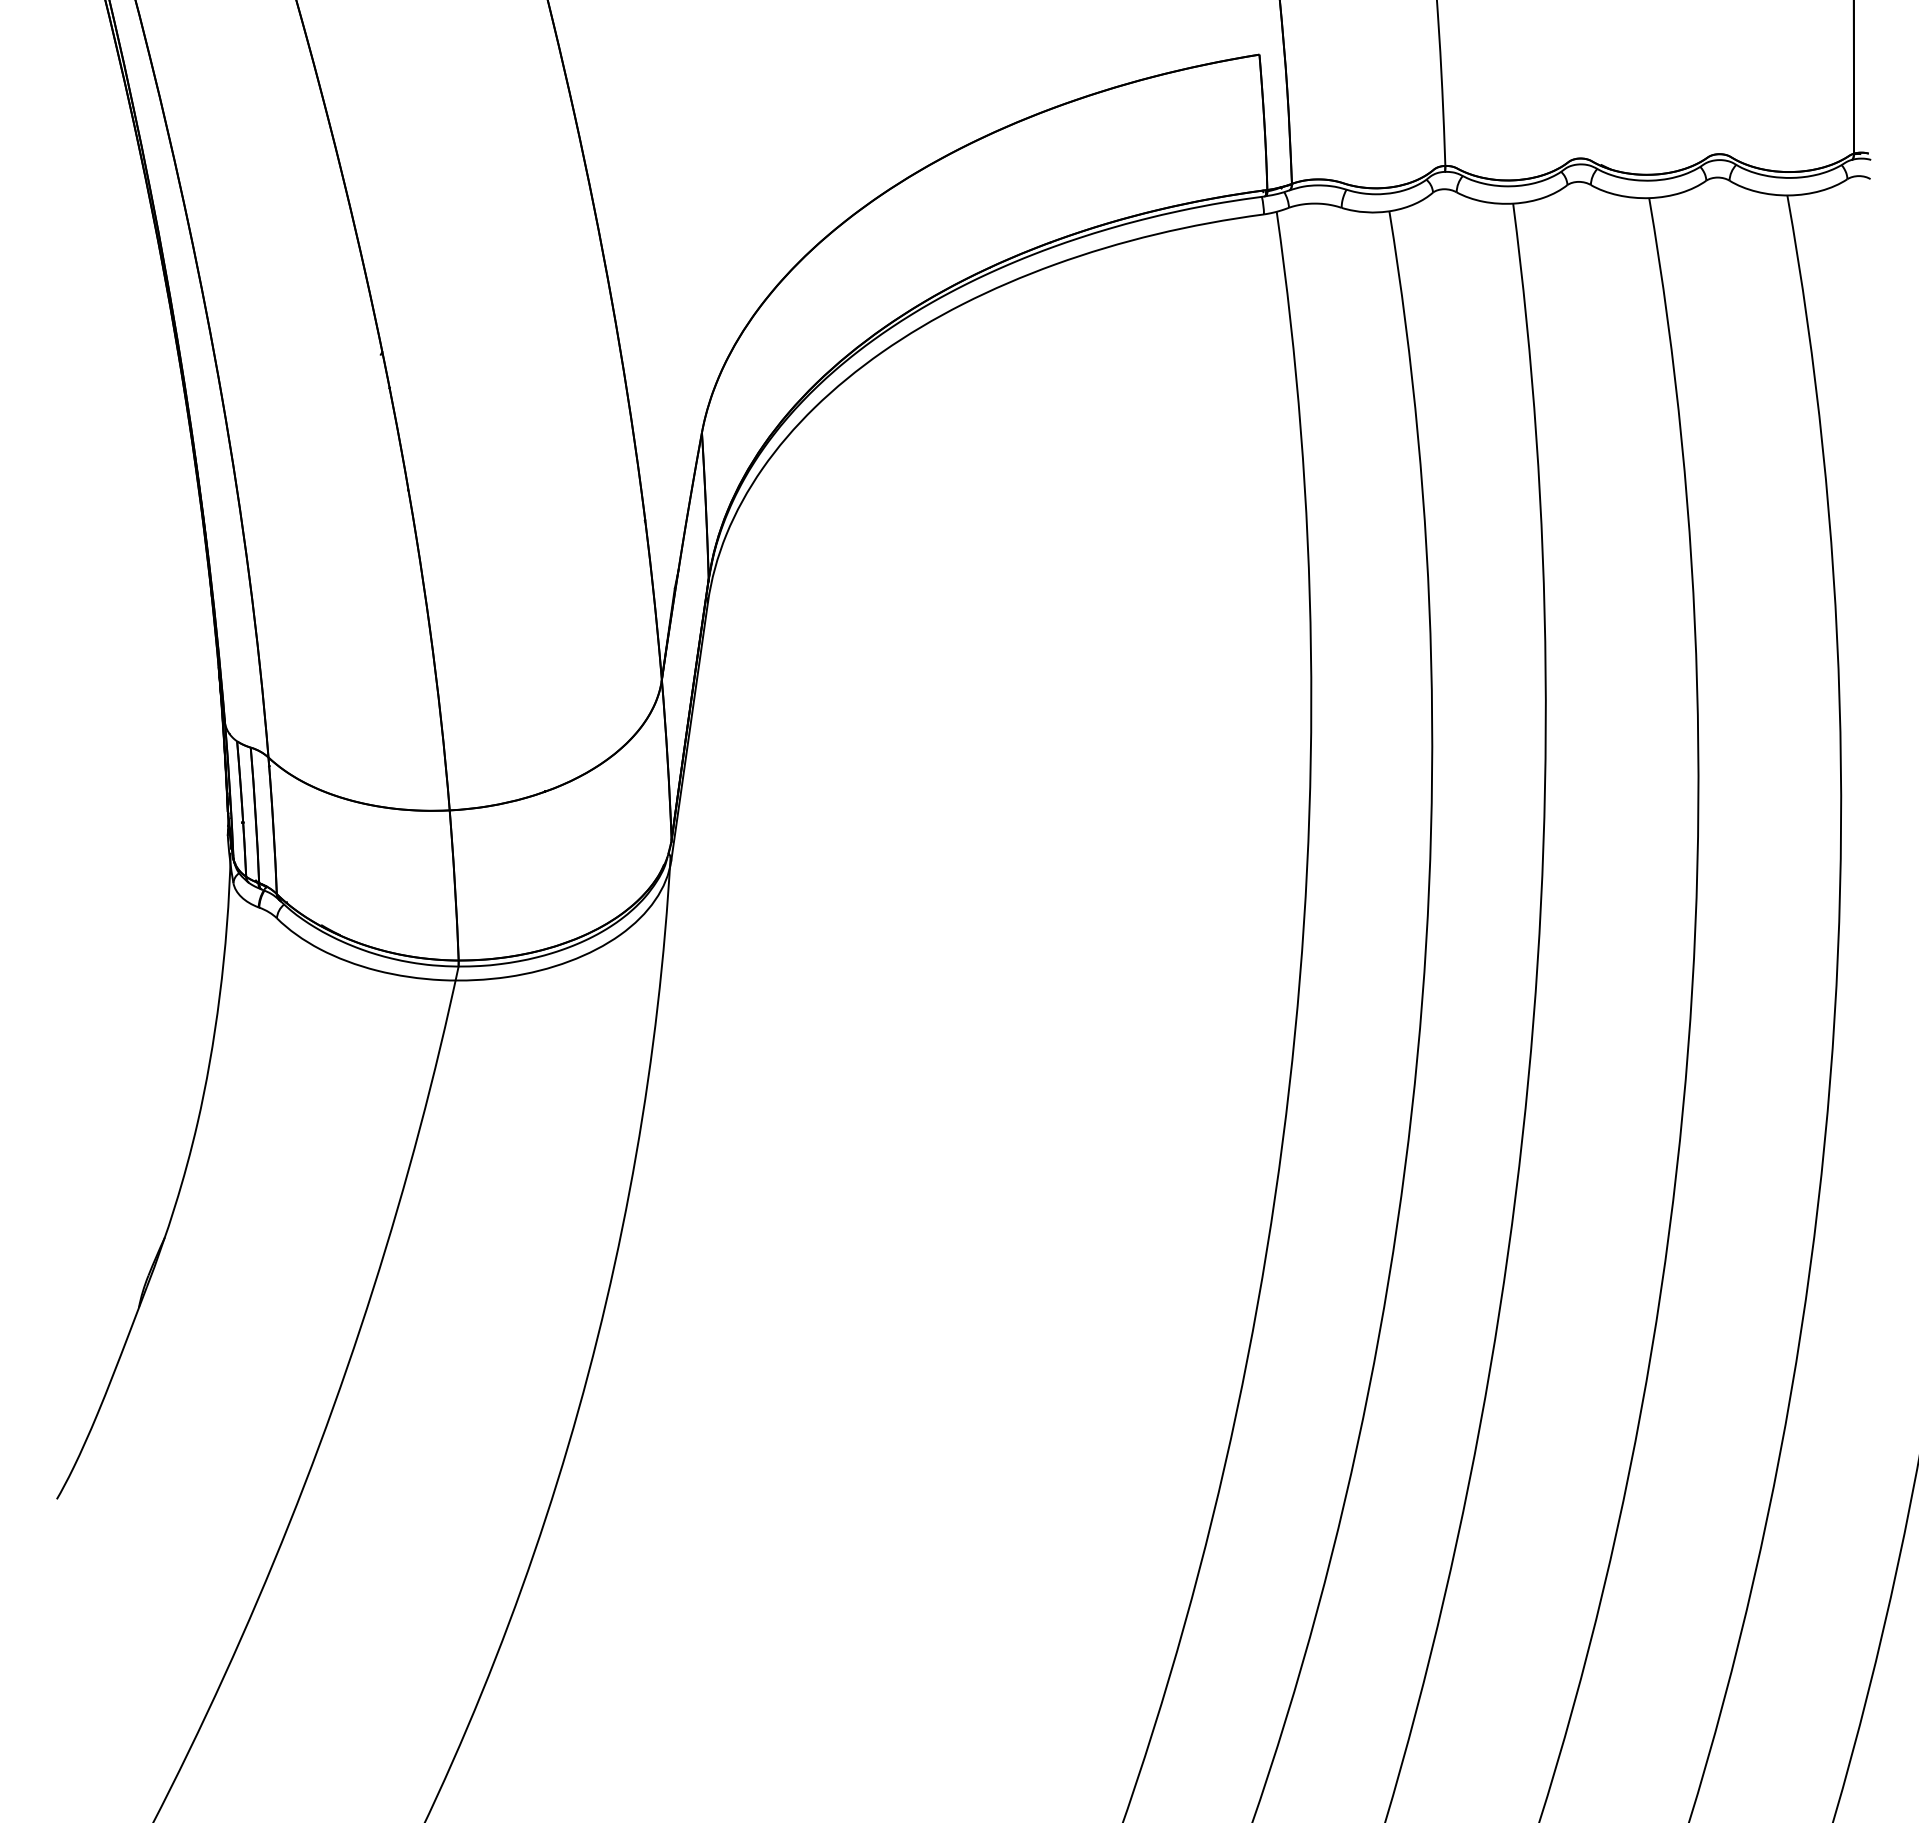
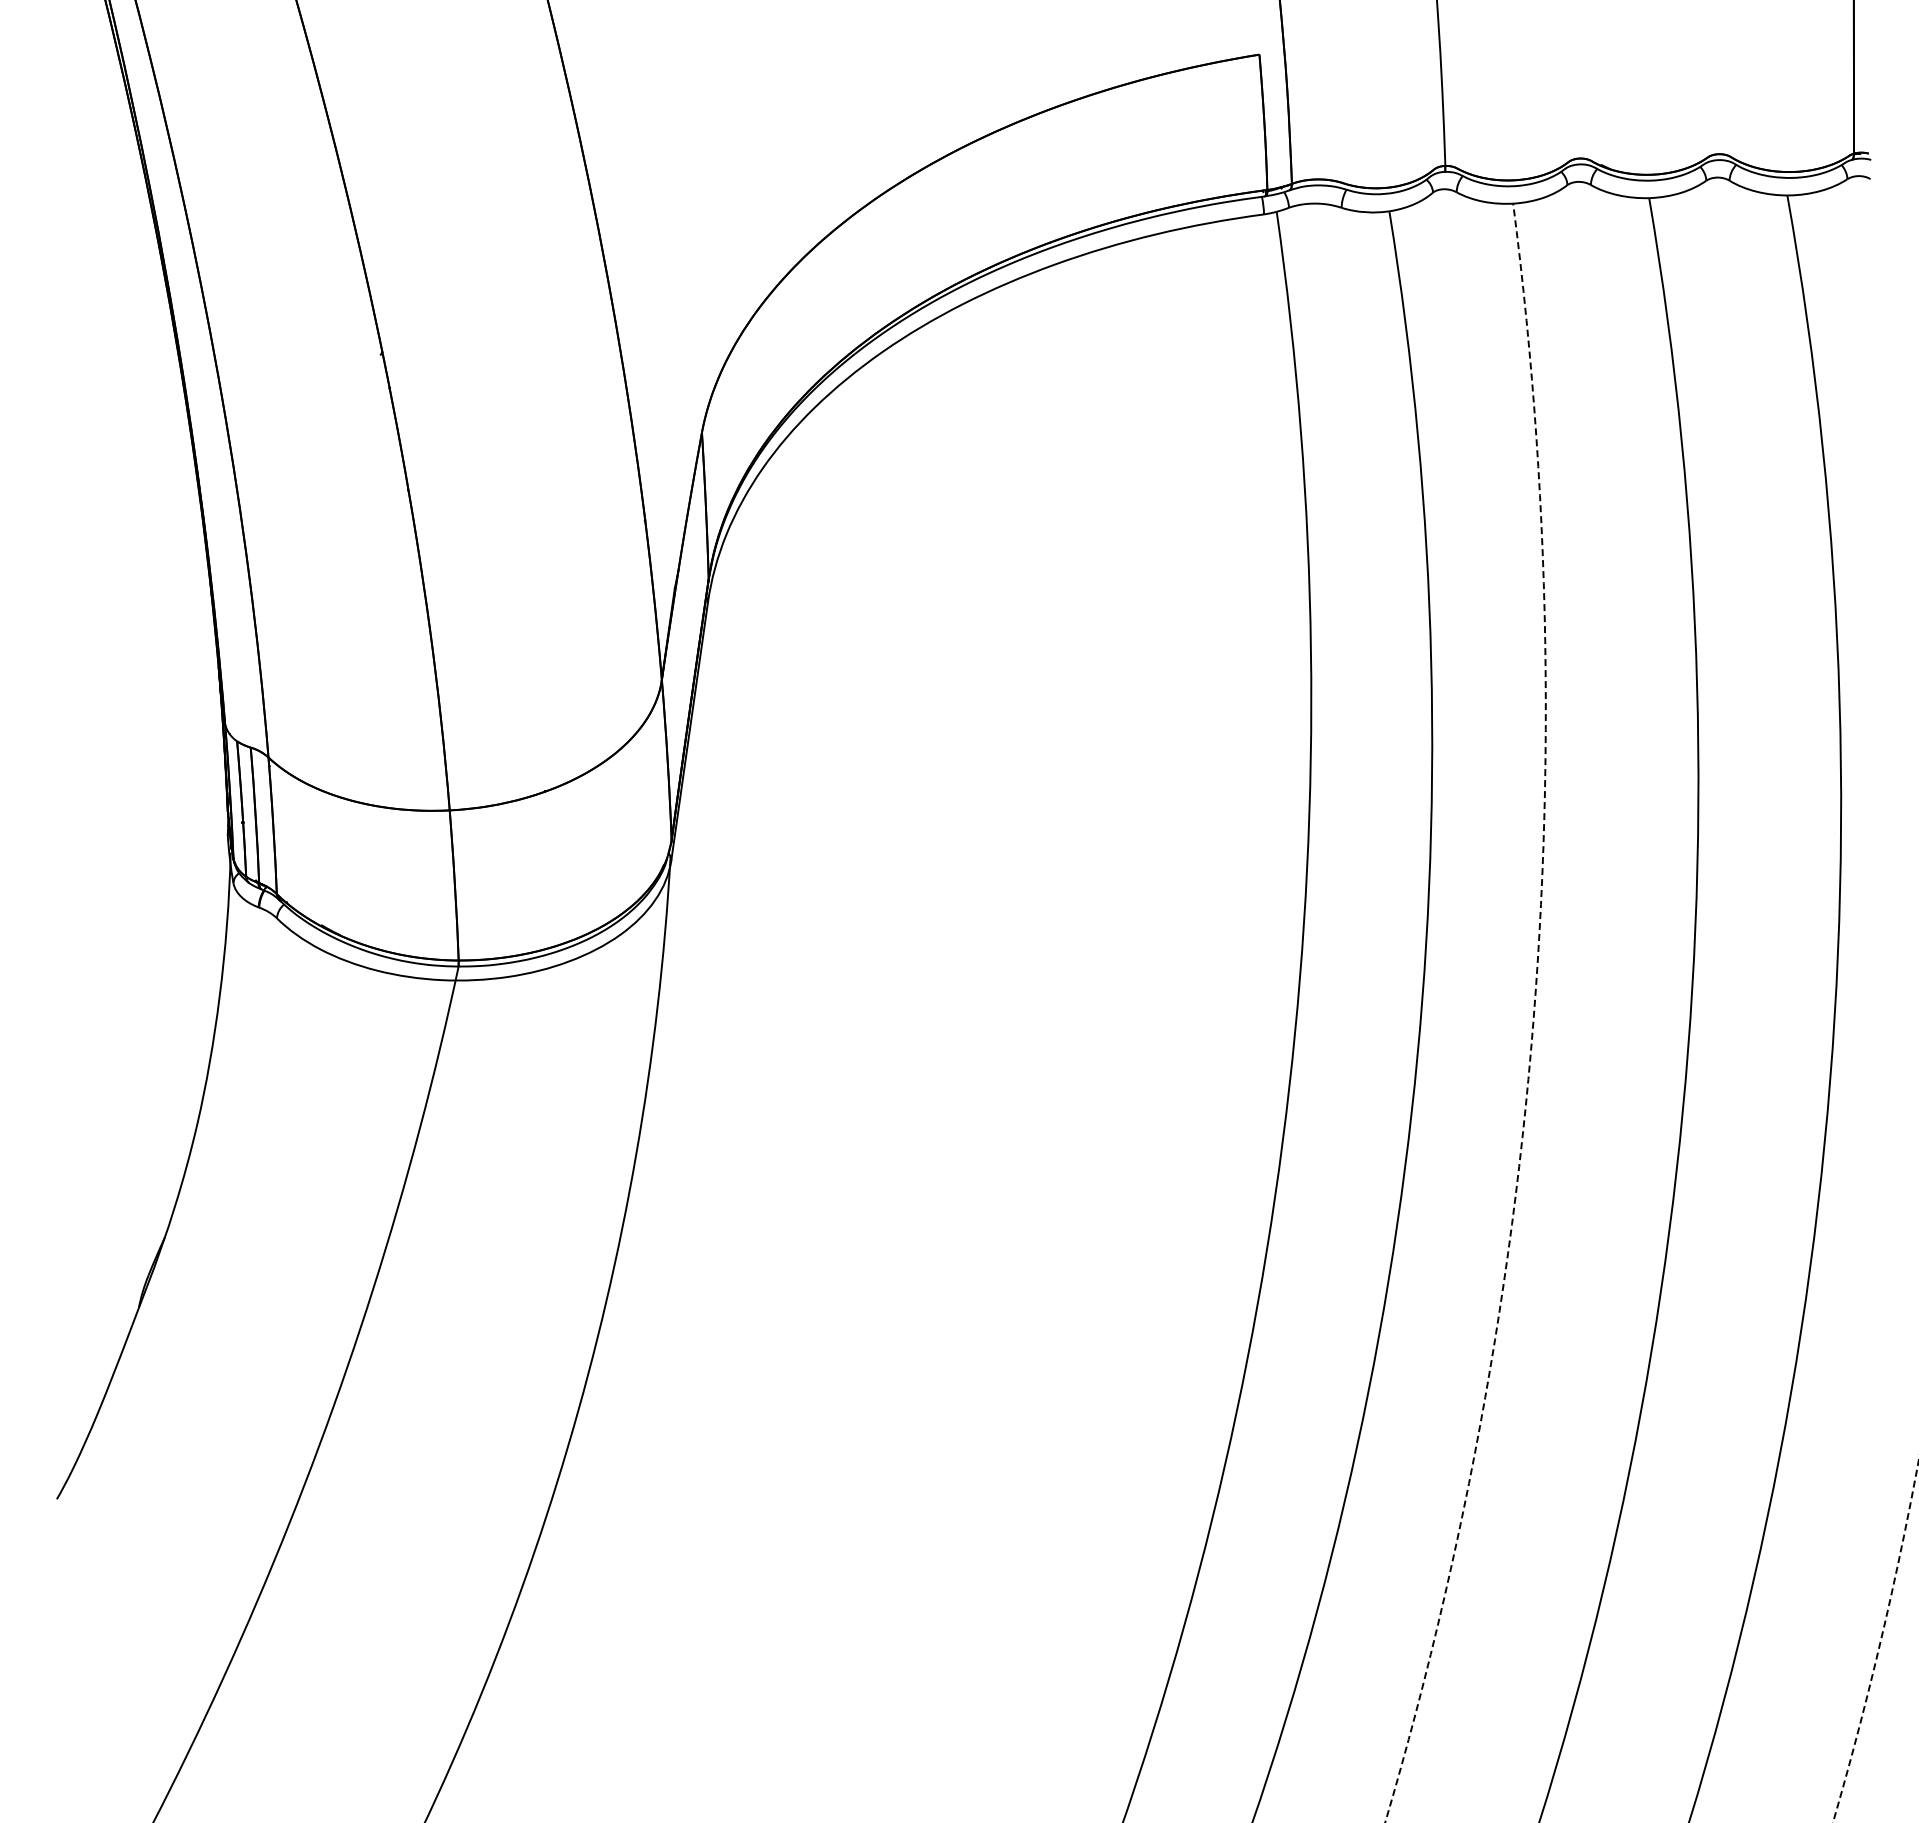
arc at (1533, 1020): solid -> dashed
arc at (1880, 1641): solid -> dashed
